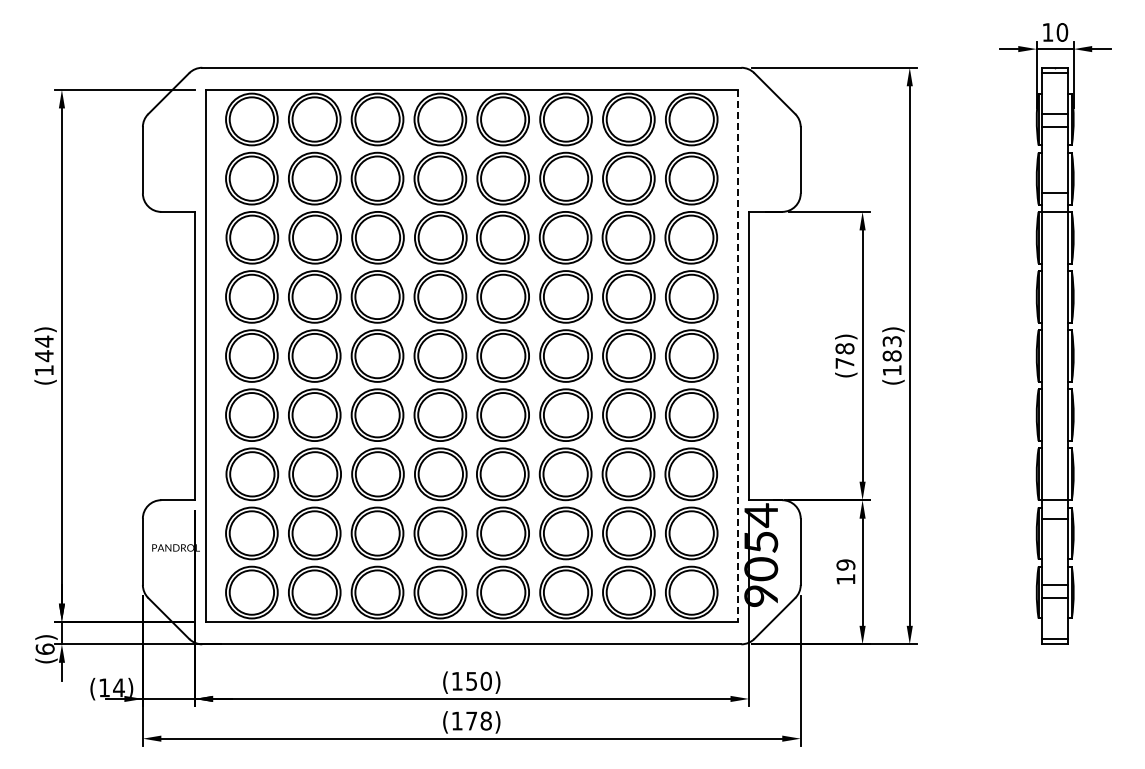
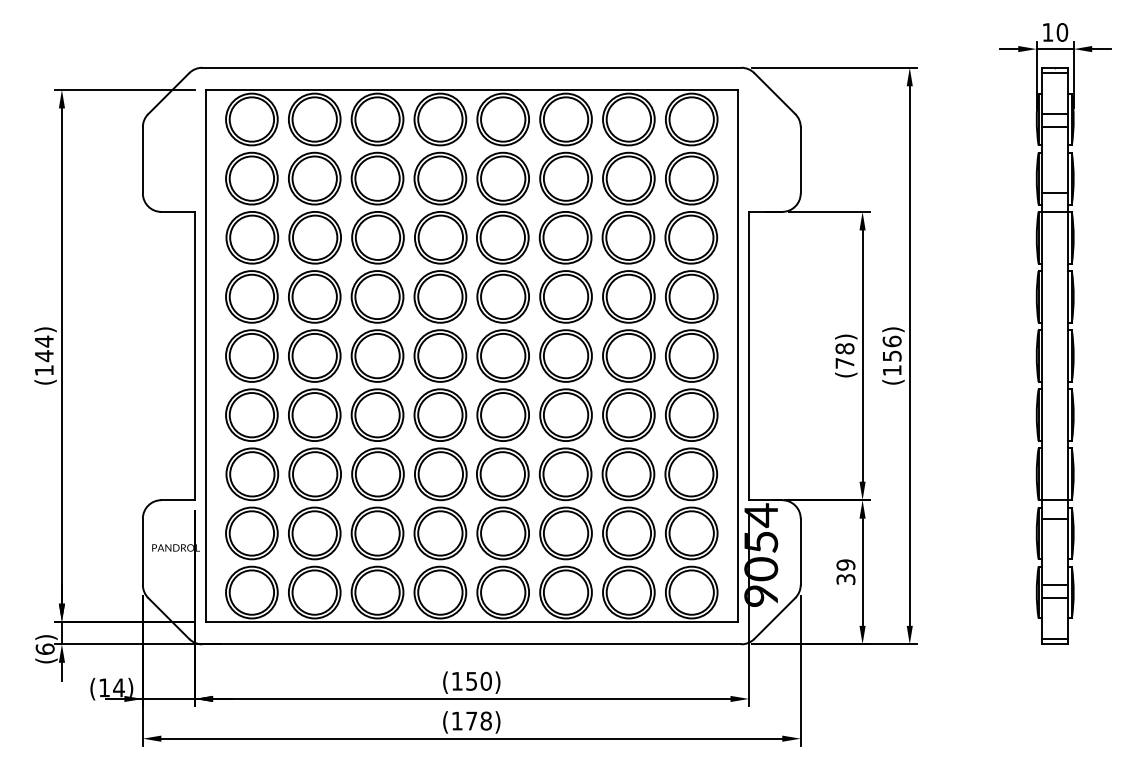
text at (891, 348): (183) -> (156)
line at (737, 356): dashed -> solid
text at (845, 579): 19 -> 39
